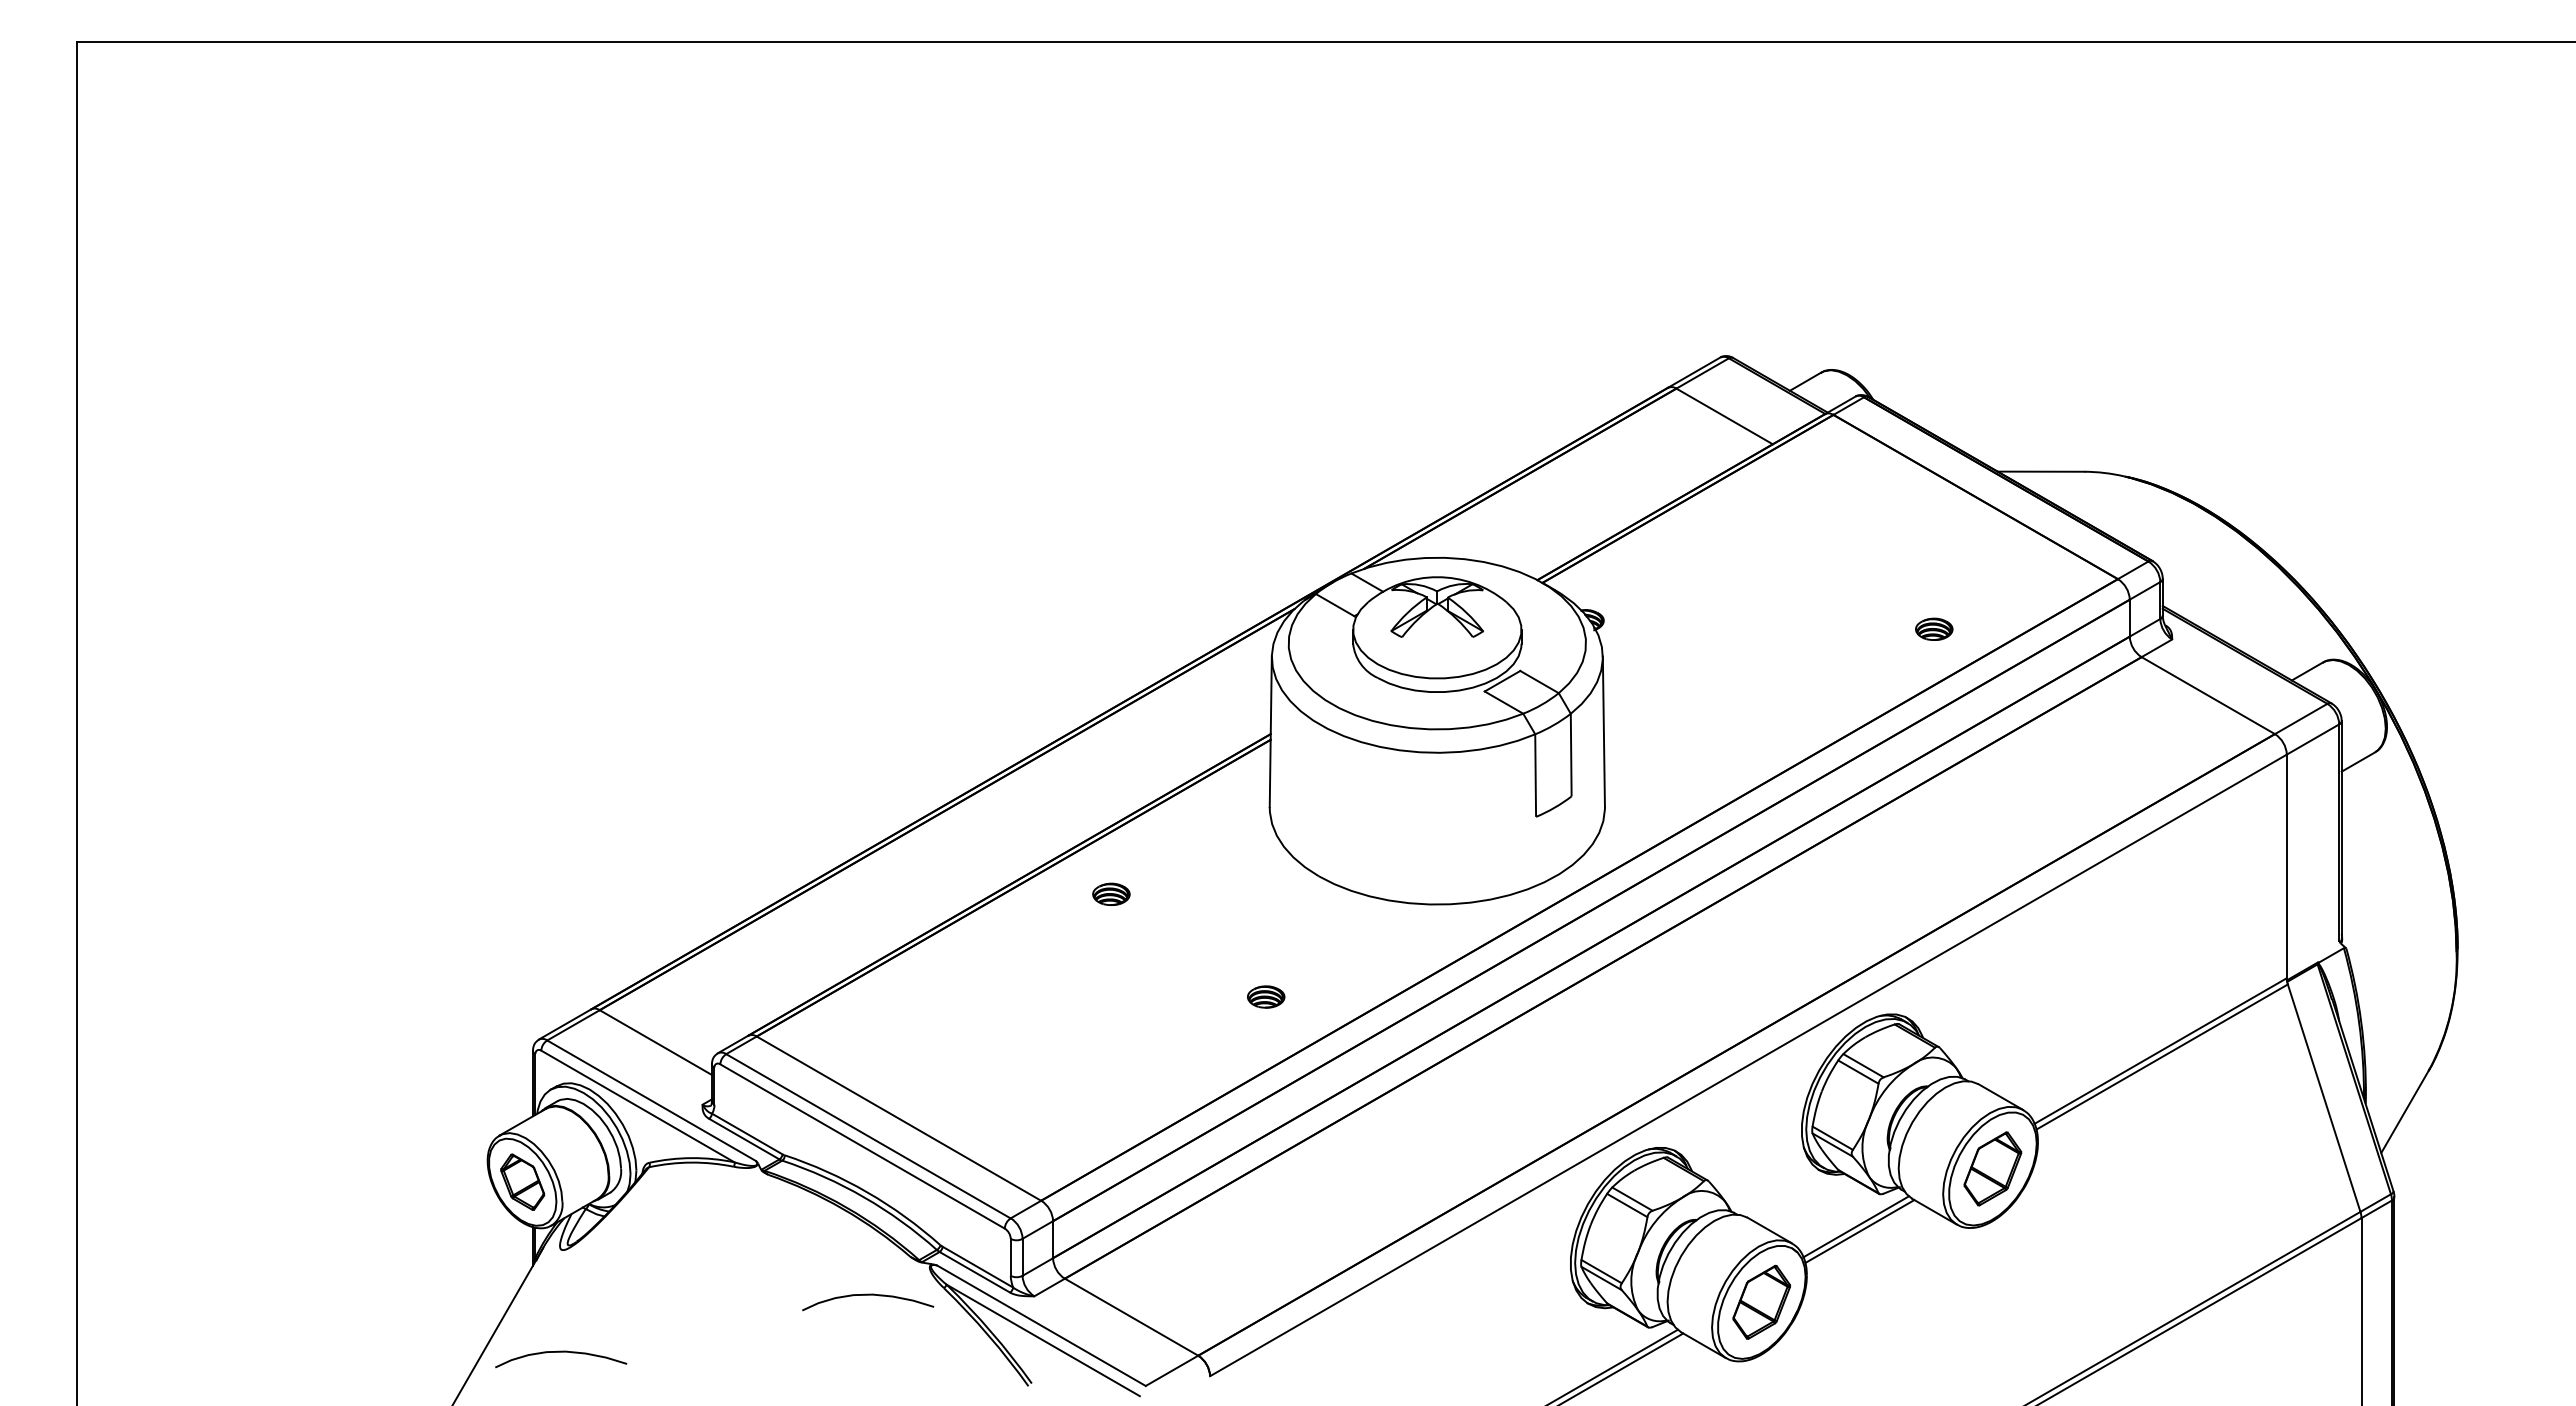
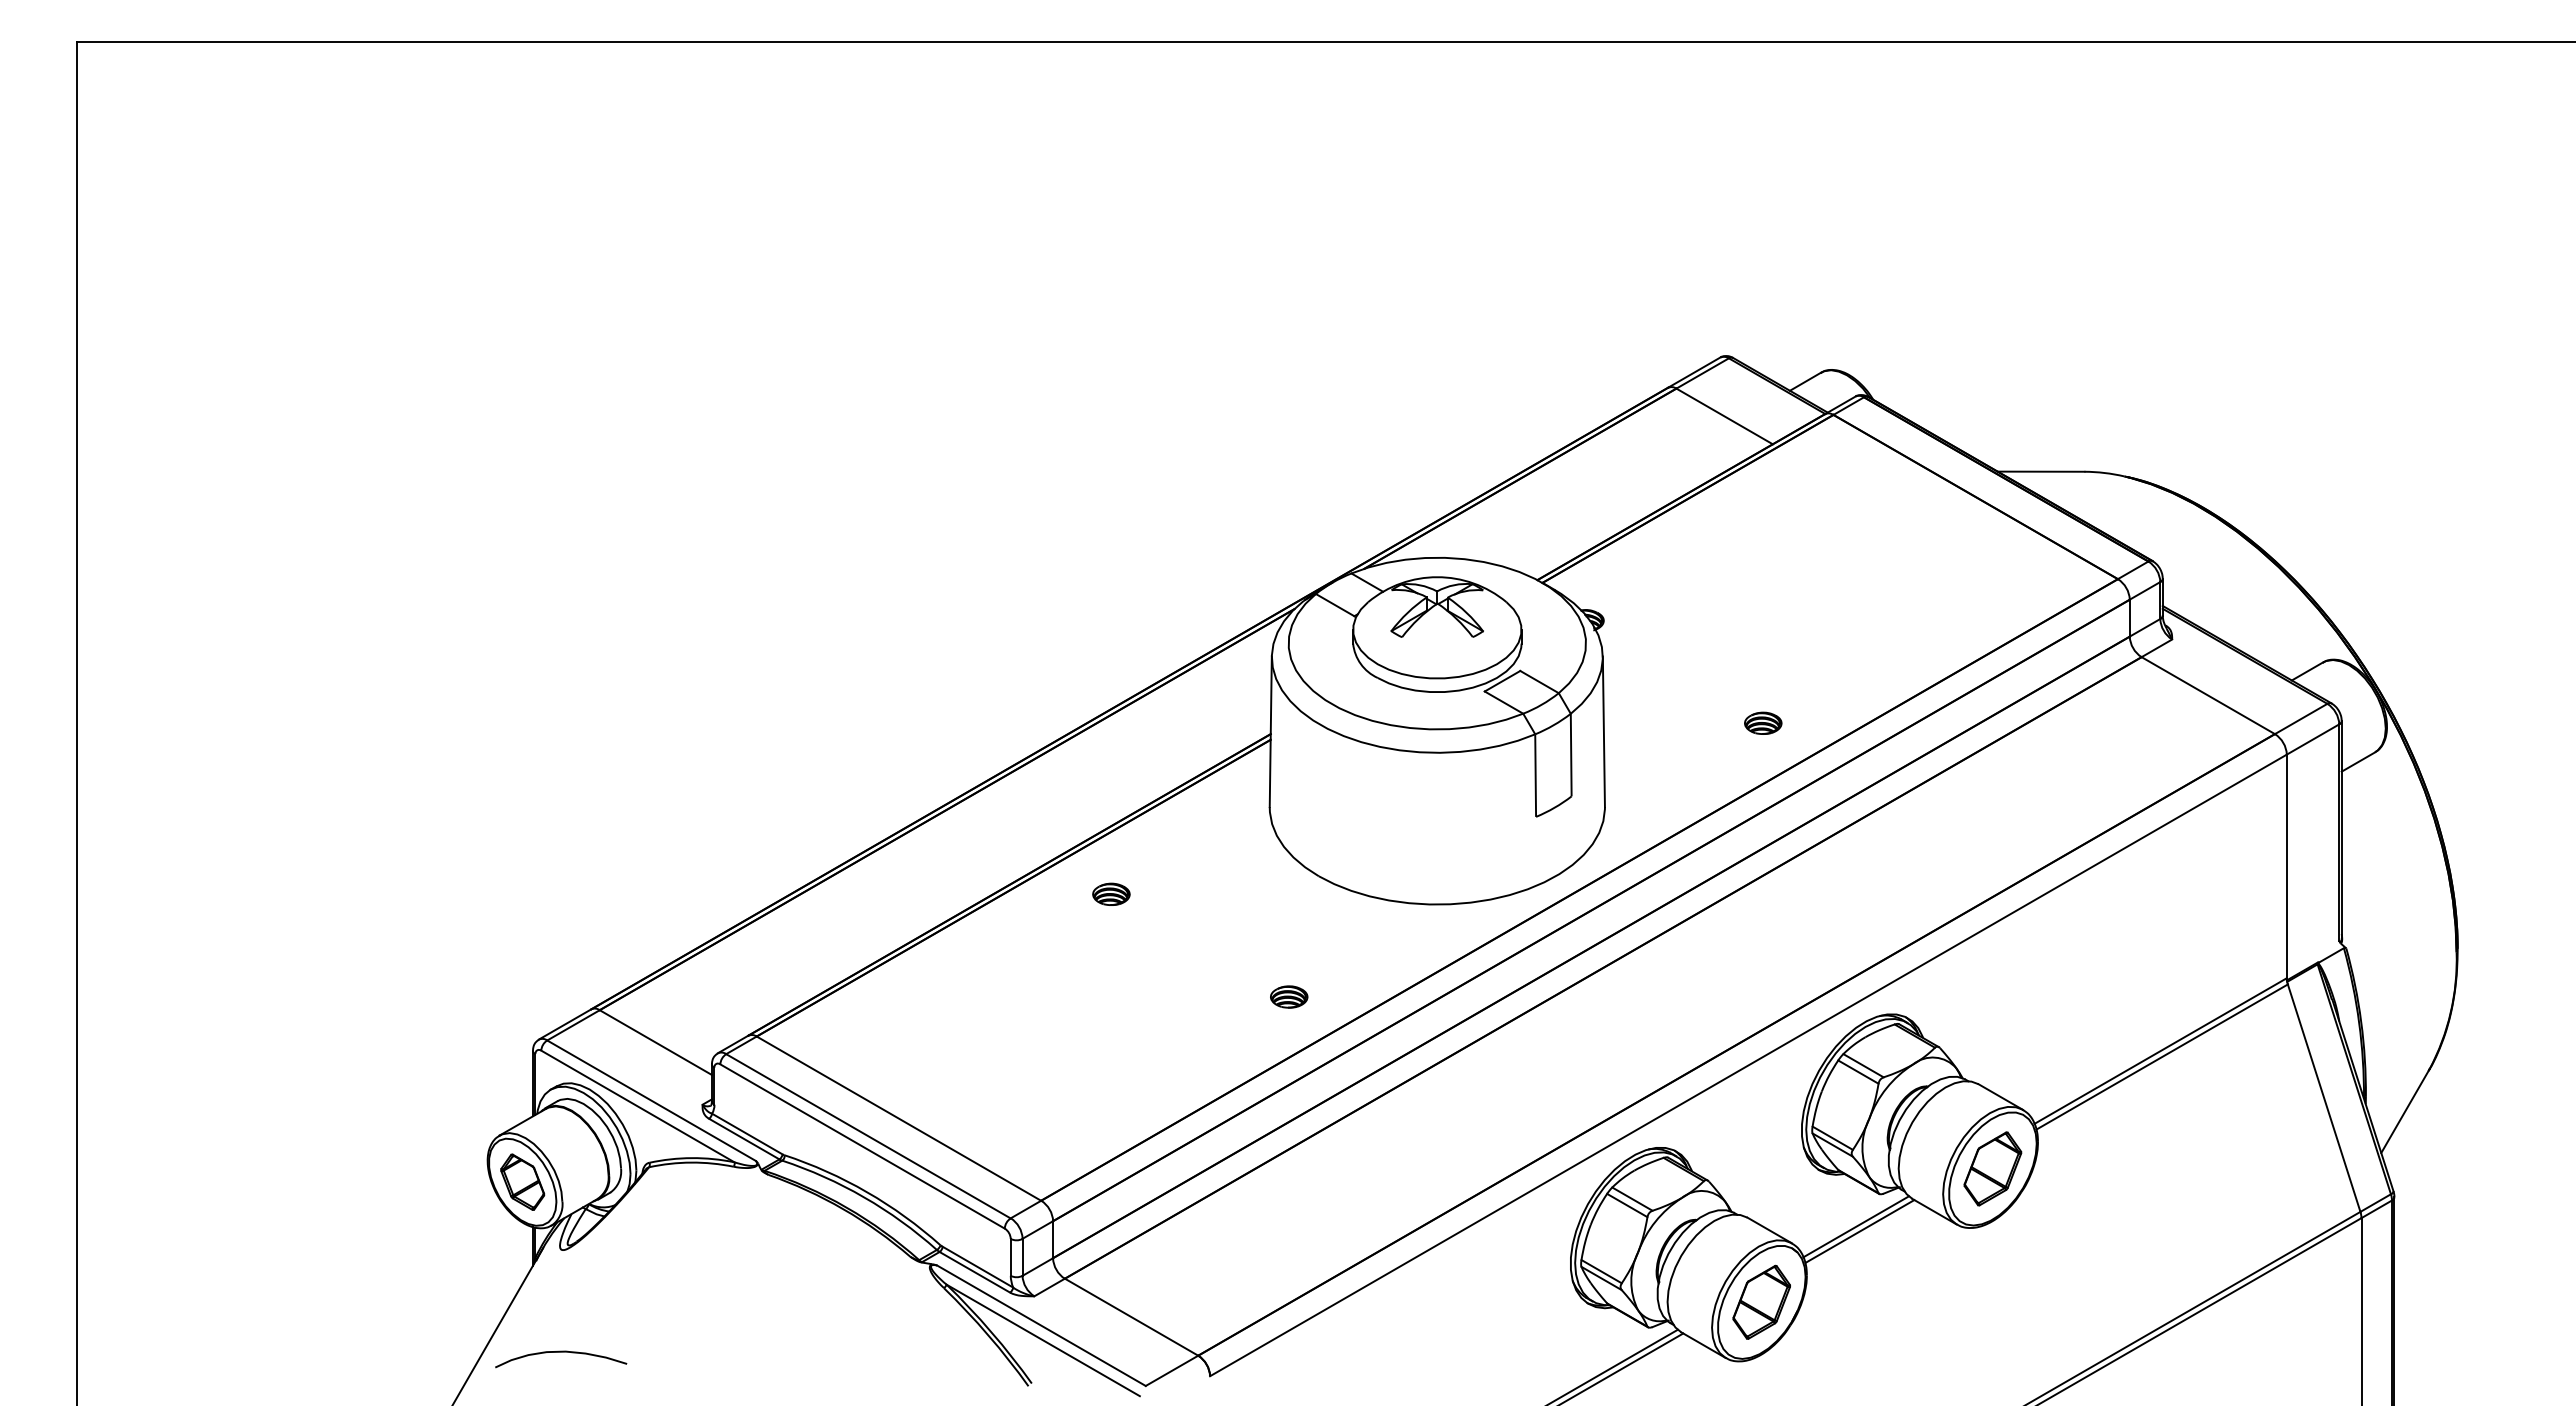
part at (1934, 628) position: (1934, 628) -> (1763, 722)
part at (1266, 996) position: (1266, 996) -> (1289, 996)
curve at (868, 1295): present -> none
